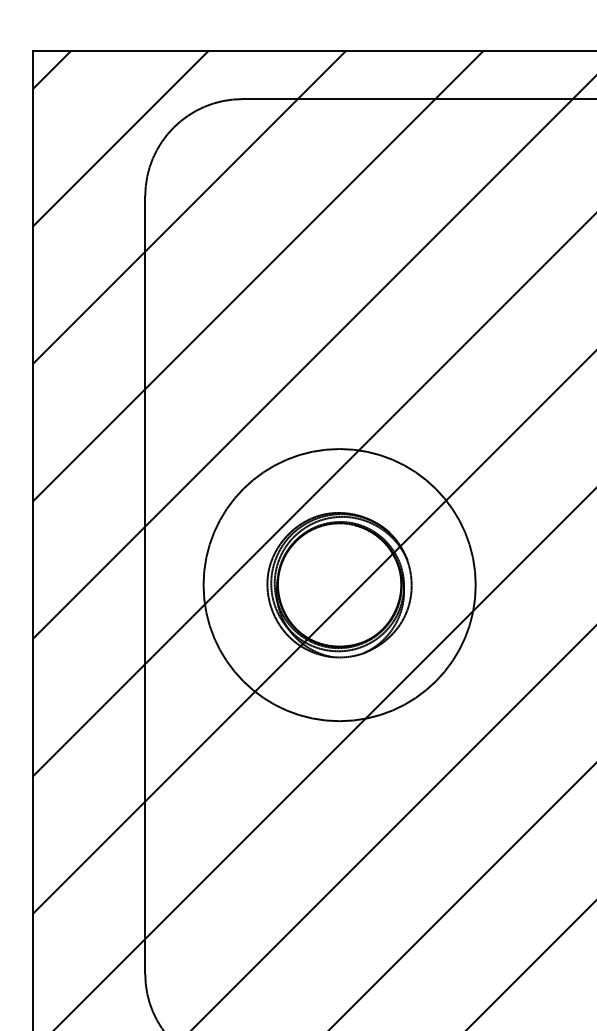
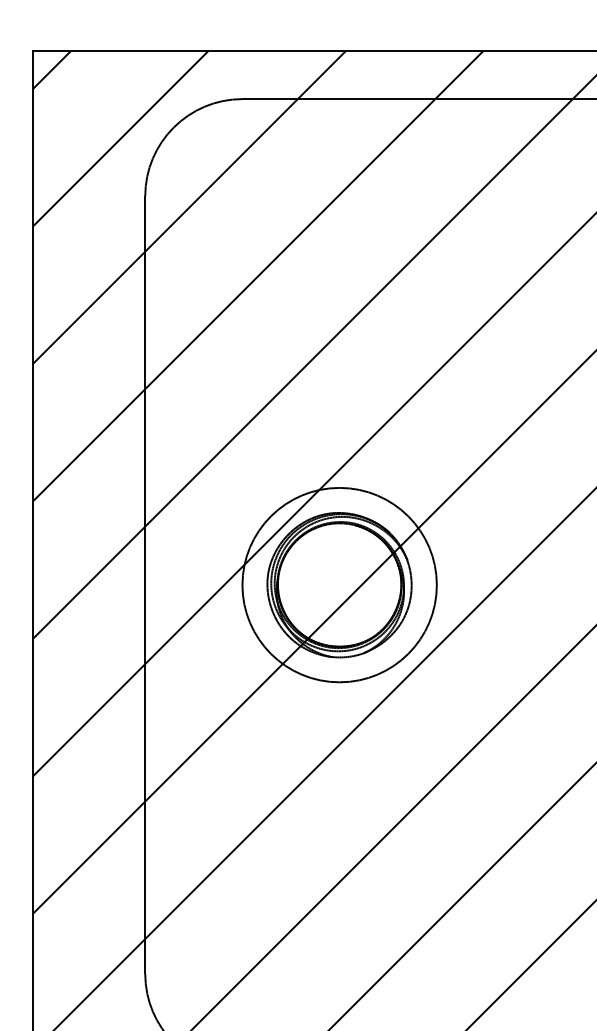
circle at (339, 585) diameter: 272 px -> 194 px
